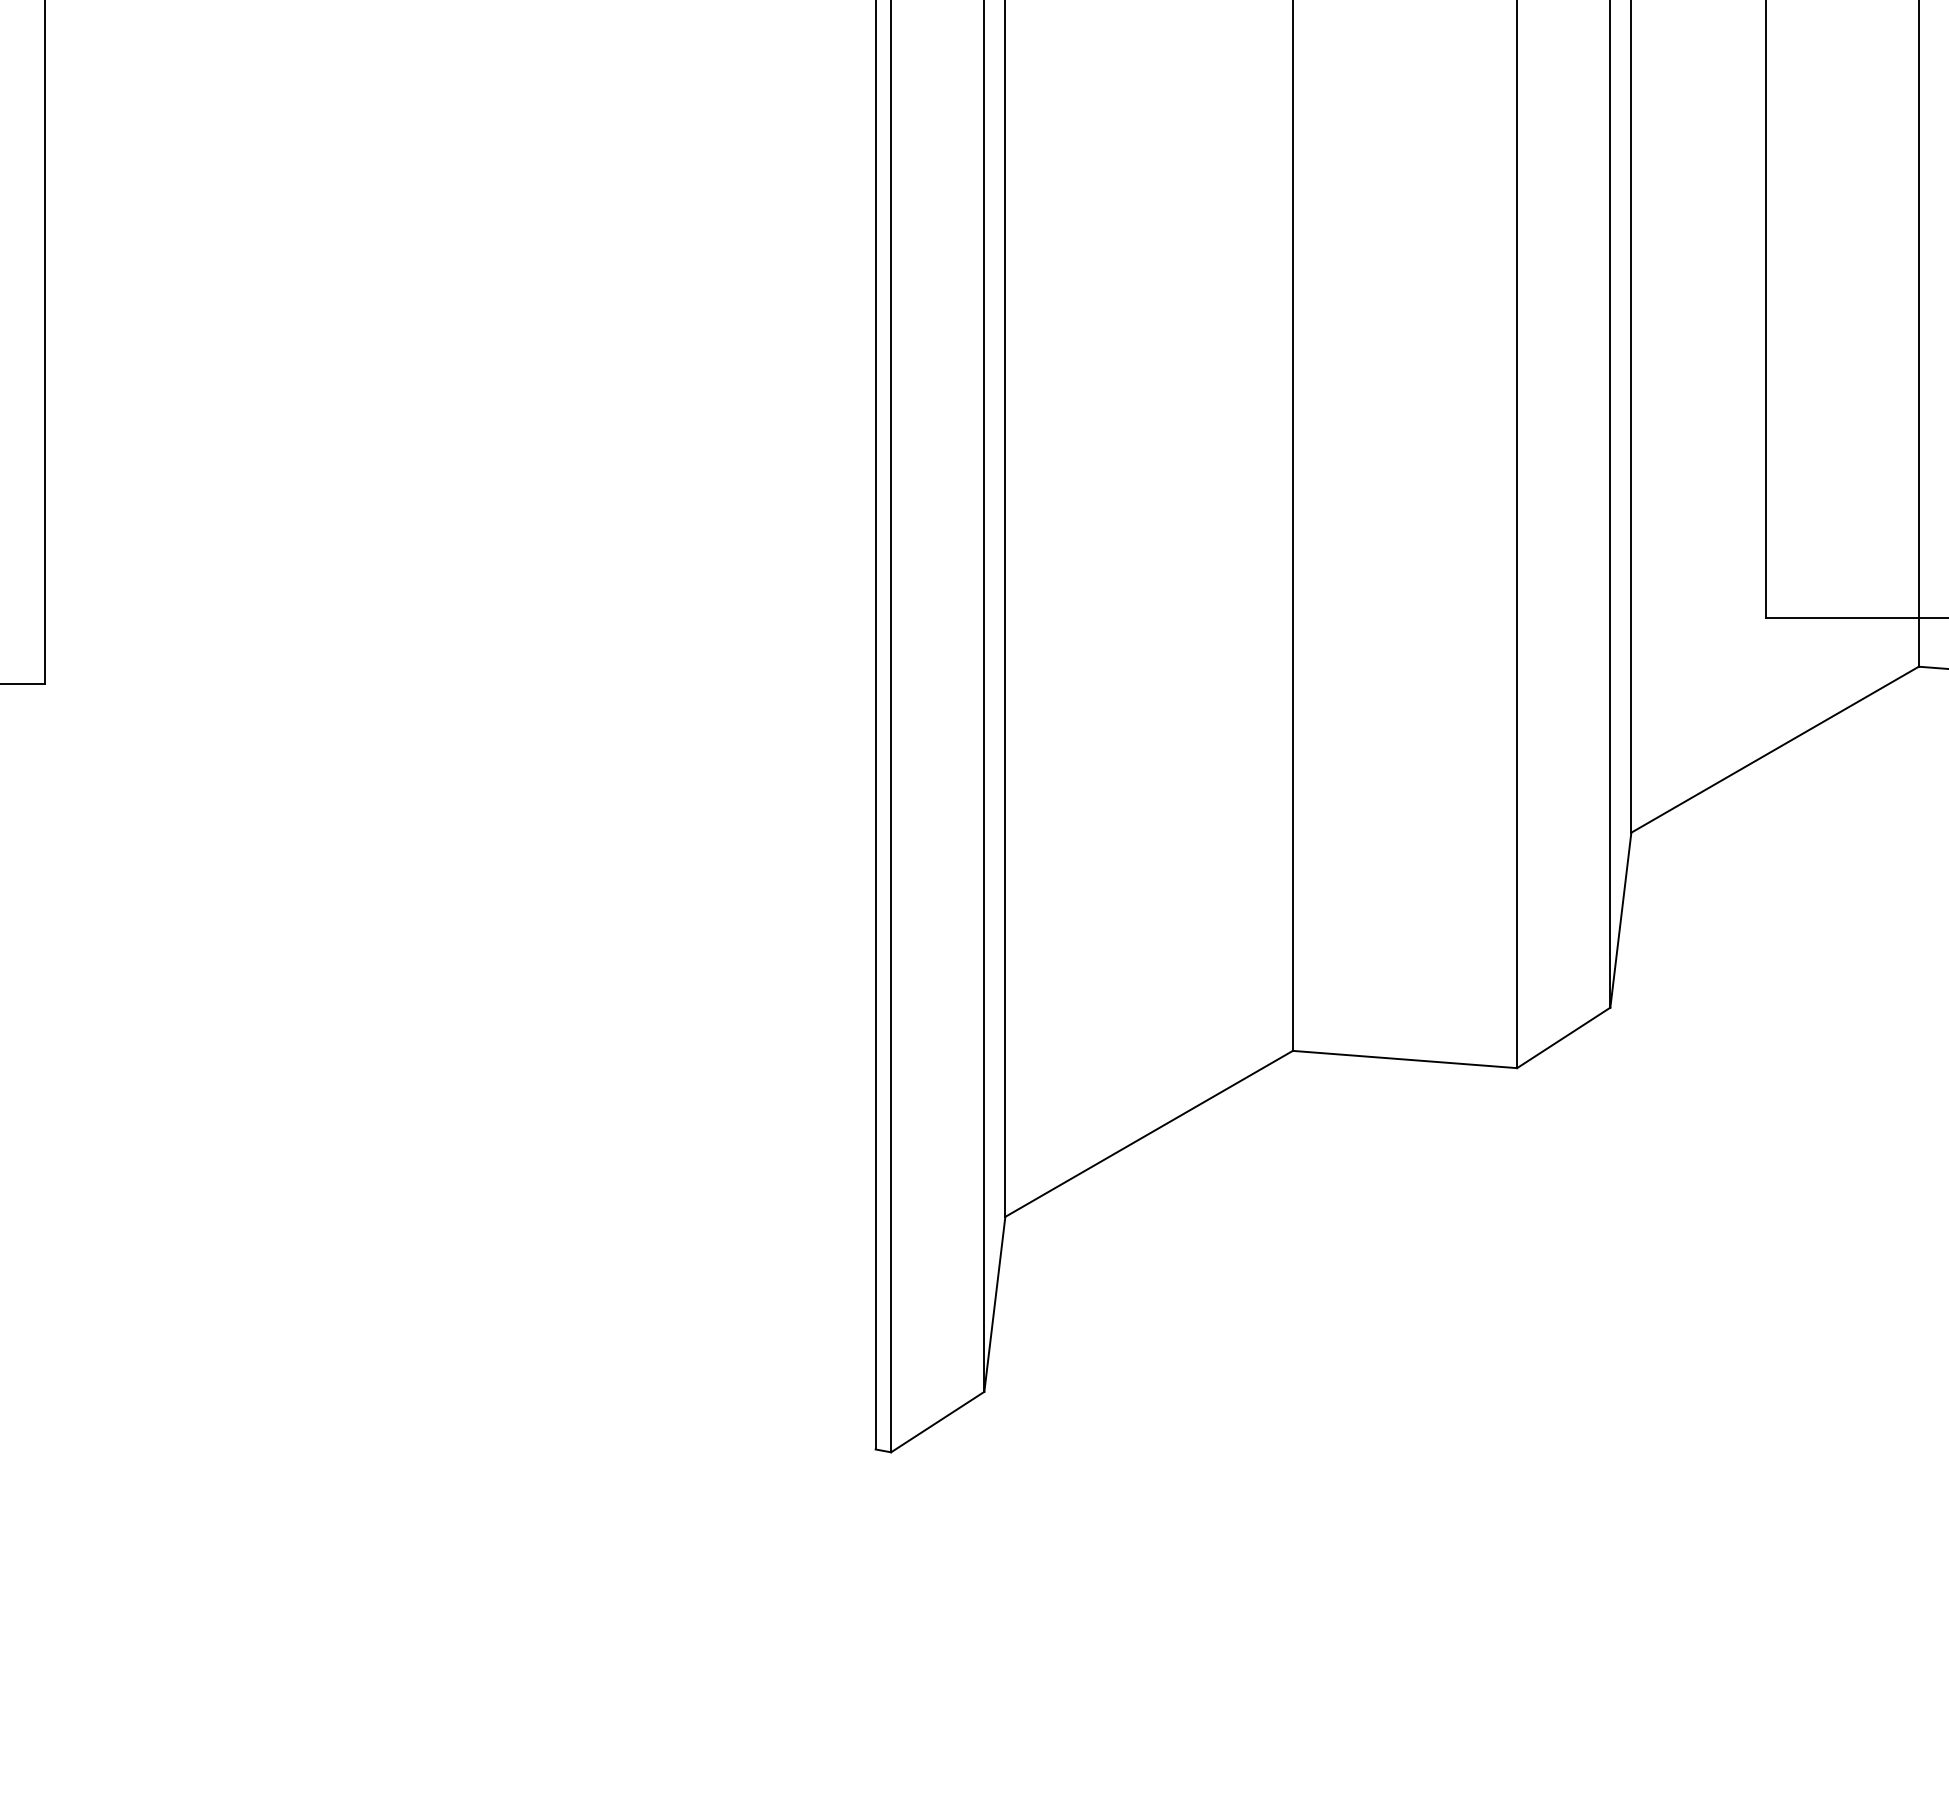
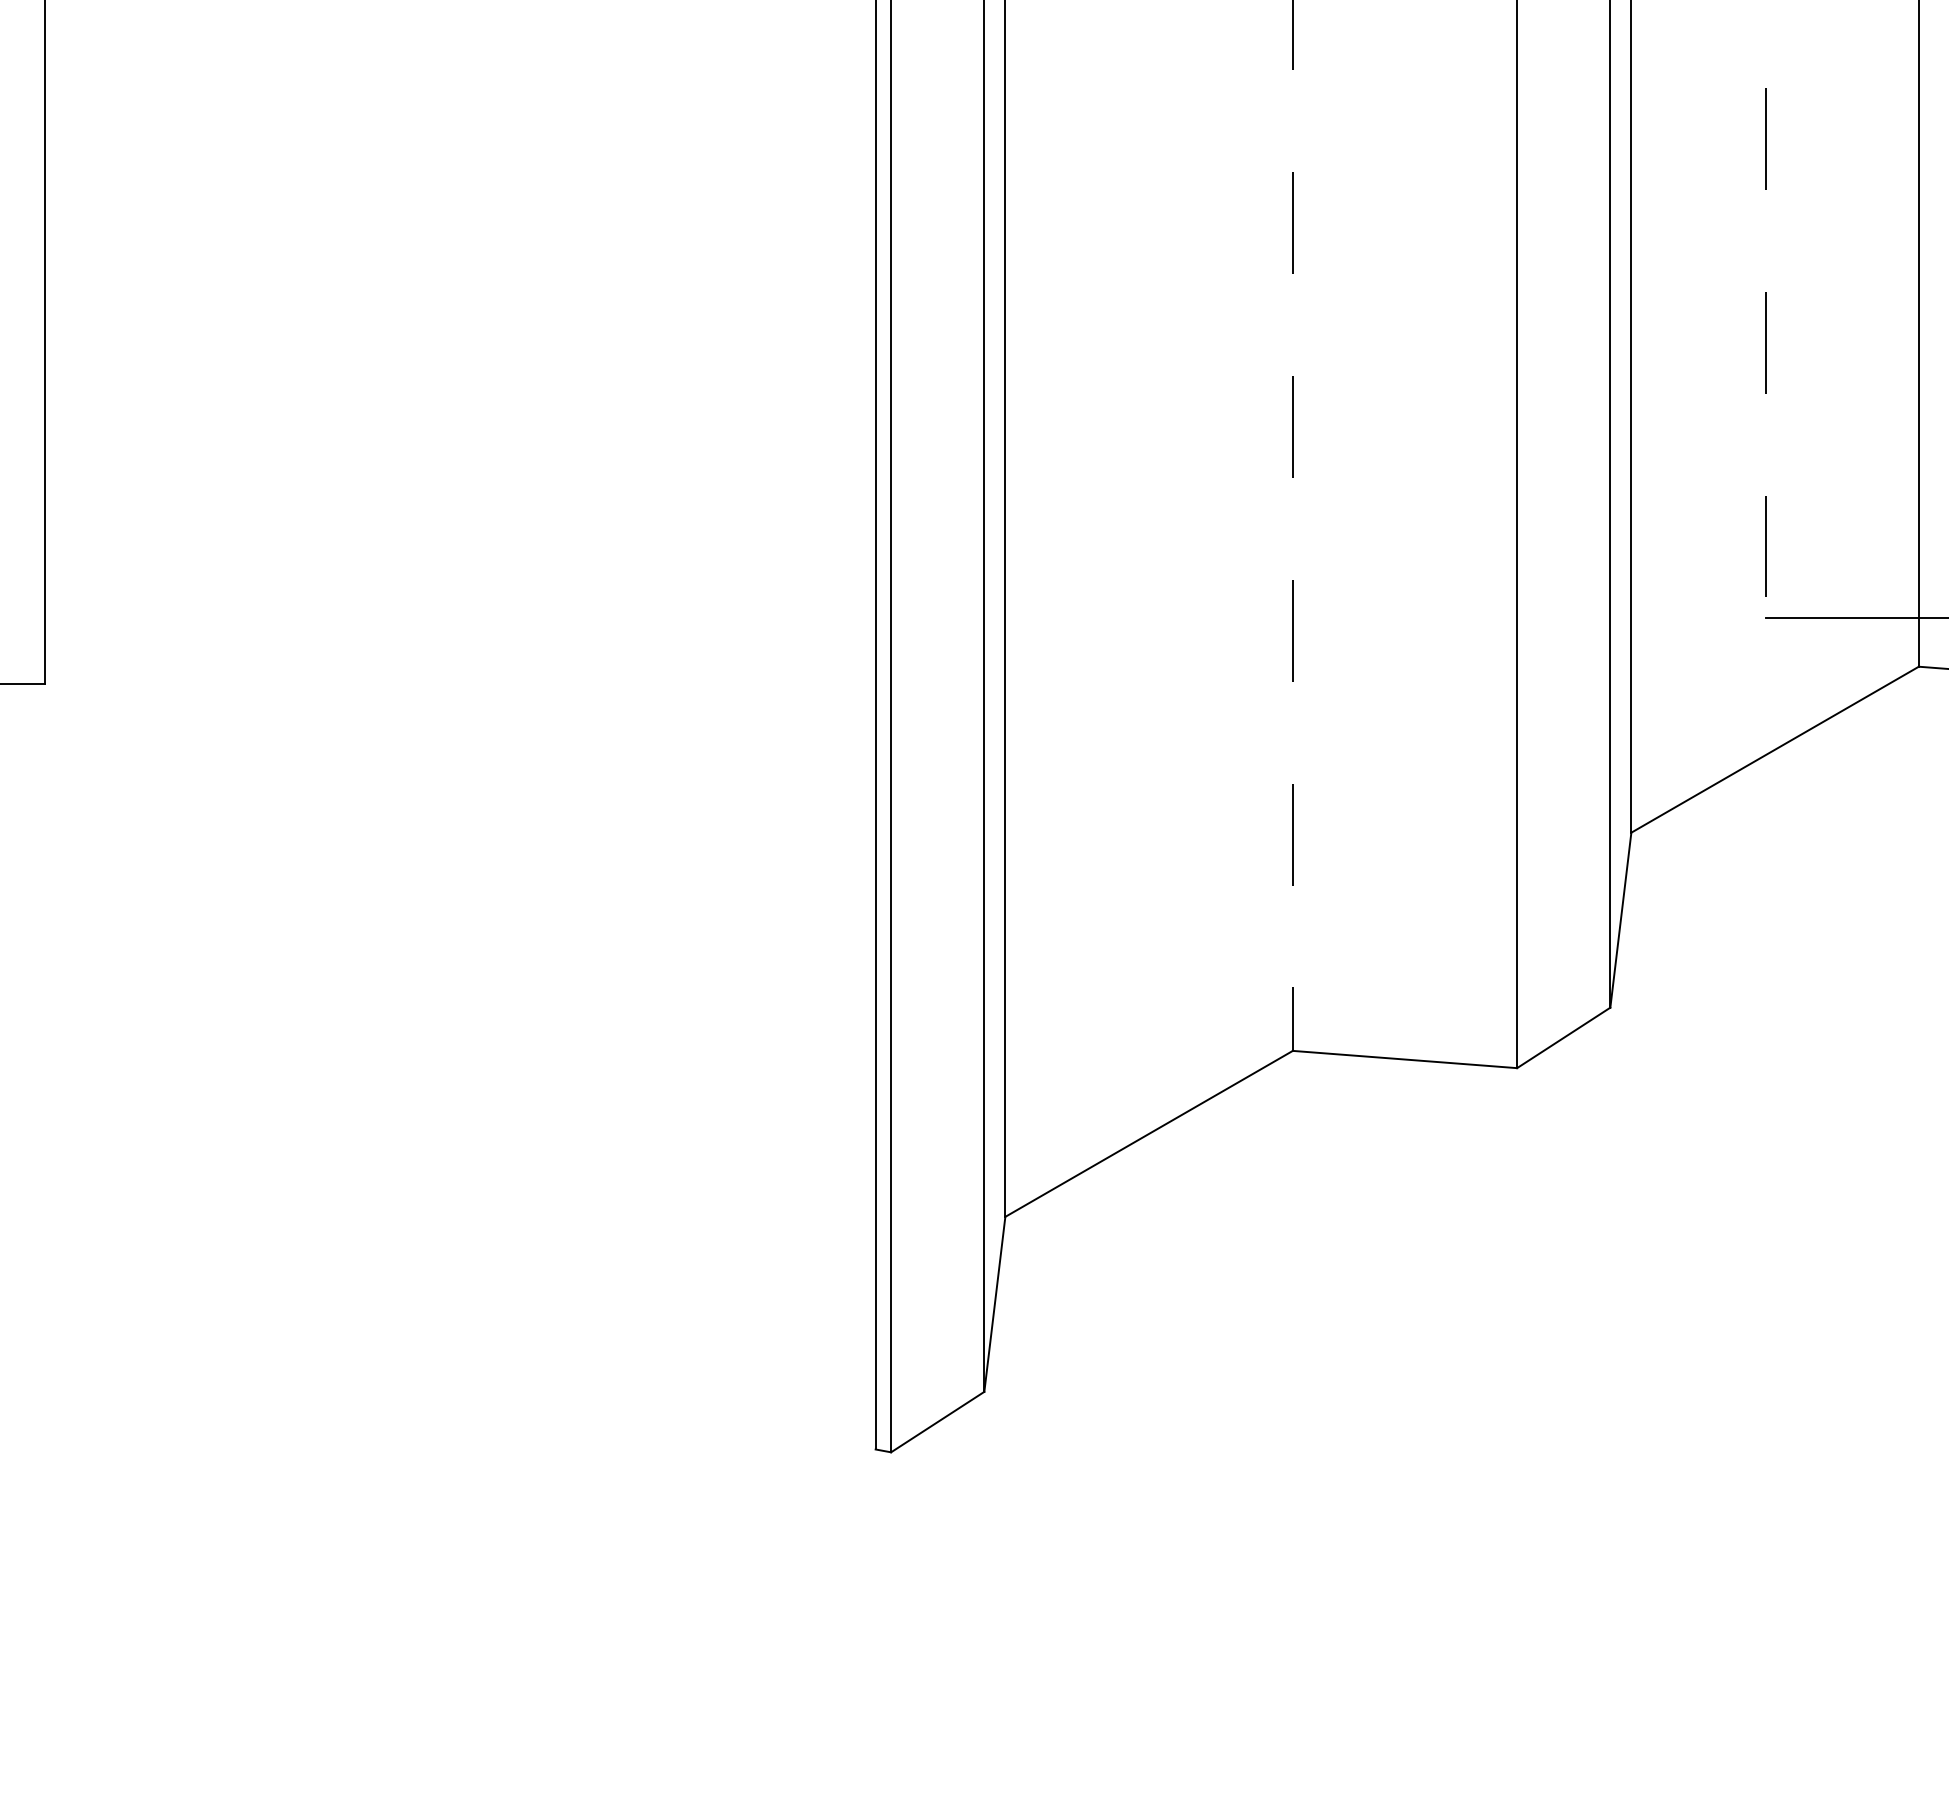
line at (1766, 308): solid -> dashed
line at (1292, 525): solid -> dashed
